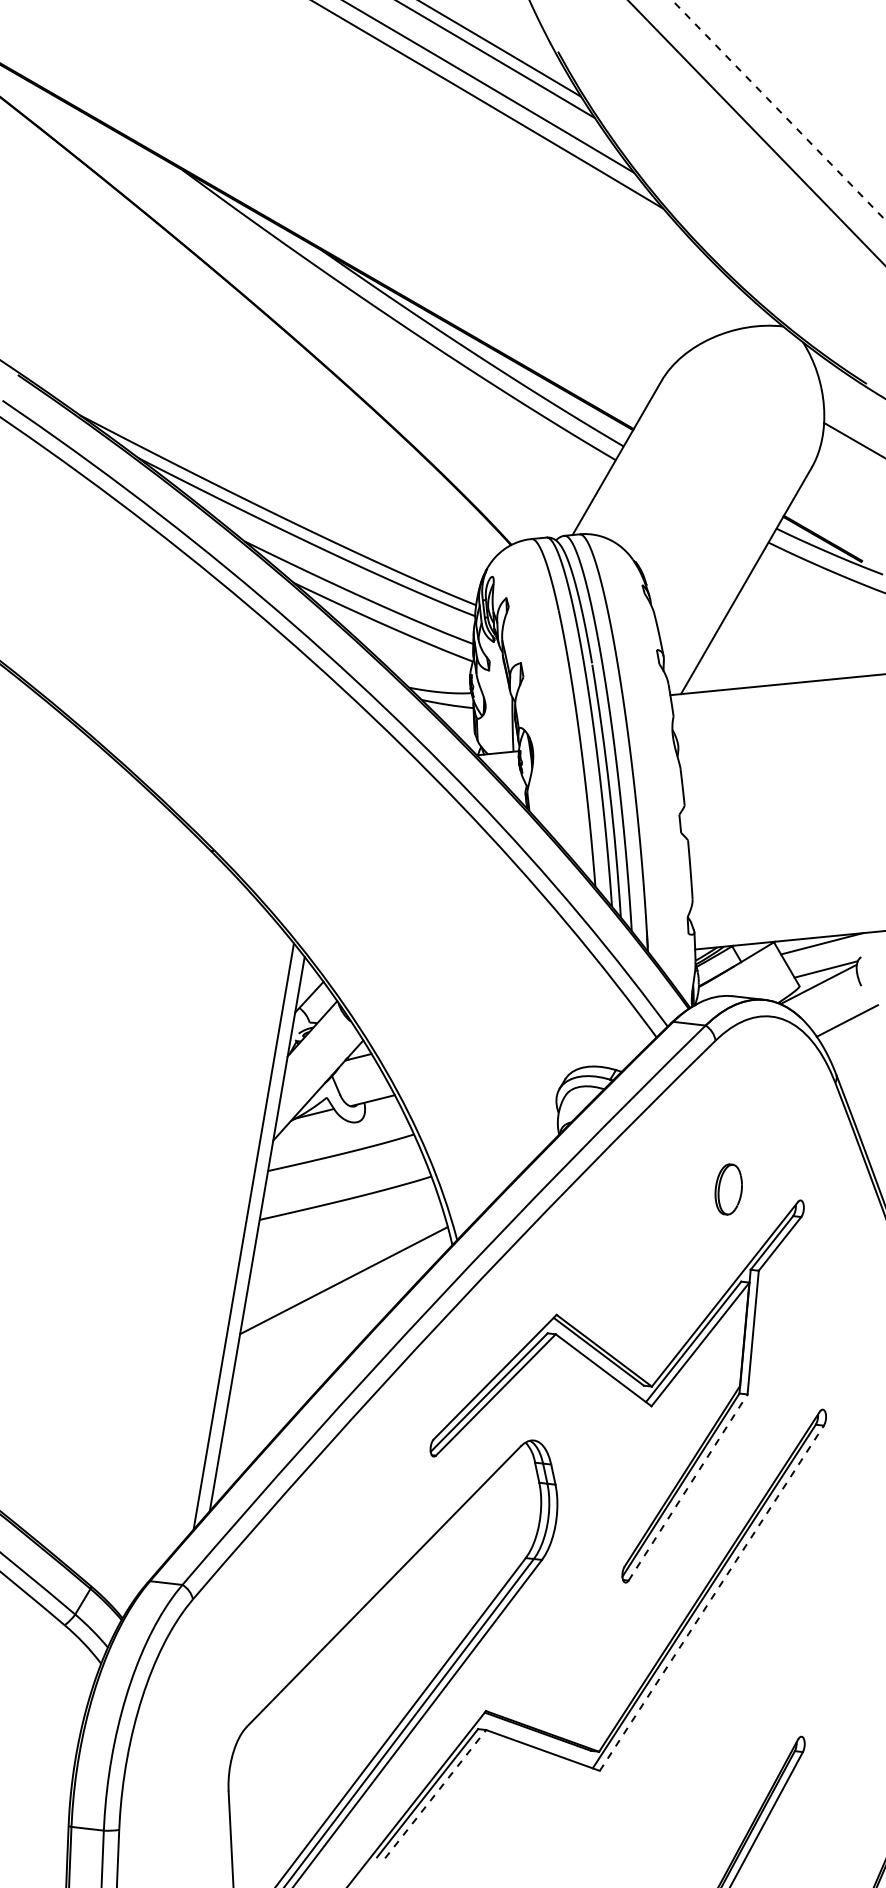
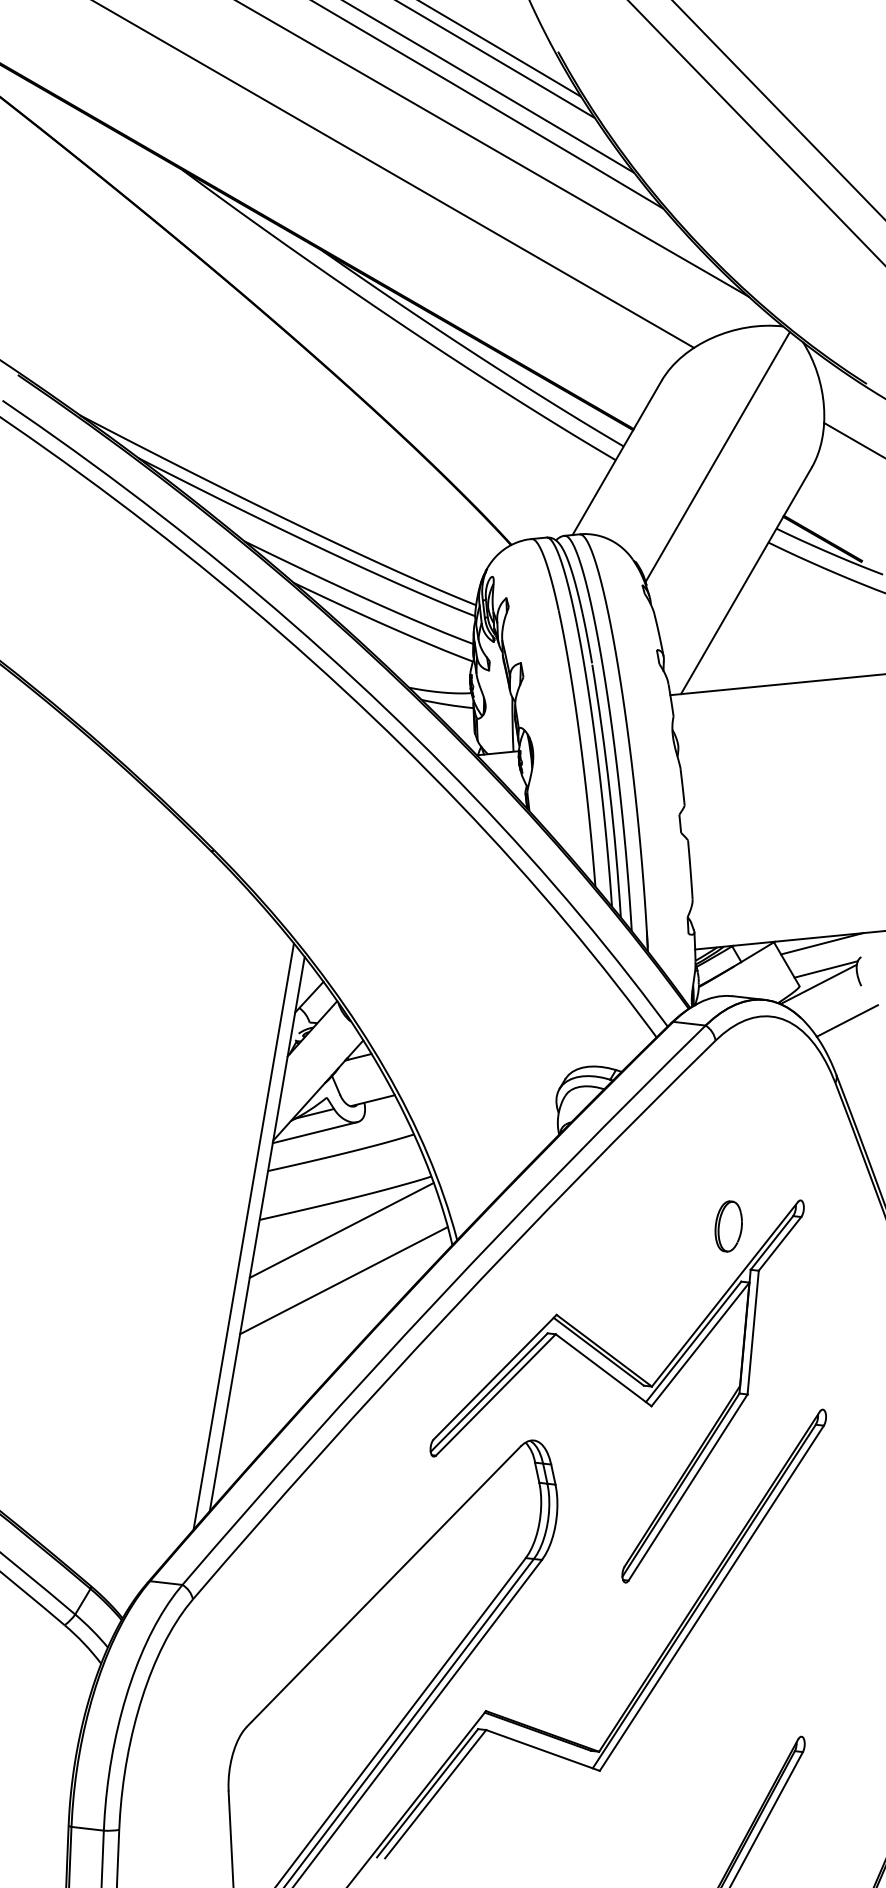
line at (778, 110): dashed -> solid
line at (493, 149): none -> present
line at (394, 174): none -> present
line at (717, 456): none -> present
line at (314, 1132): none -> present
part at (728, 1189) position: (728, 1189) -> (728, 1226)
line at (341, 1229): none -> present
line at (688, 1487): dashed -> solid
line at (711, 1598): dashed -> solid
line at (435, 1794): dashed -> solid
